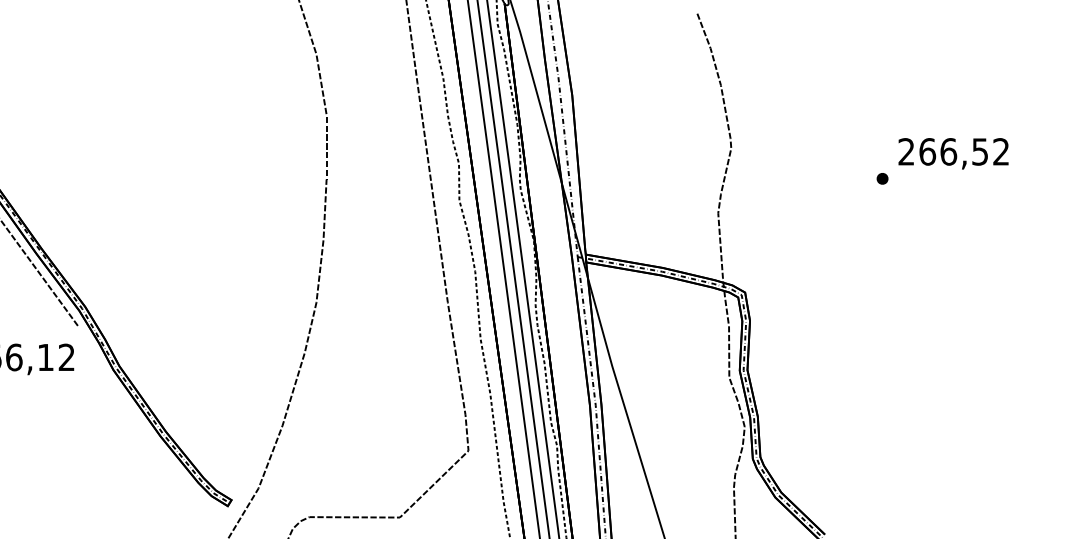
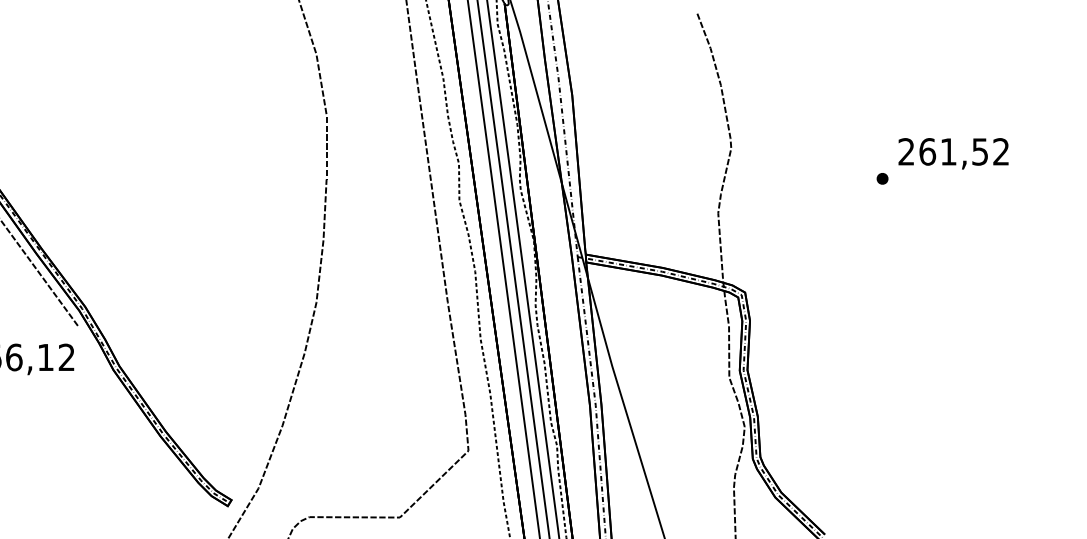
text at (948, 151): 266,52 -> 261,52
